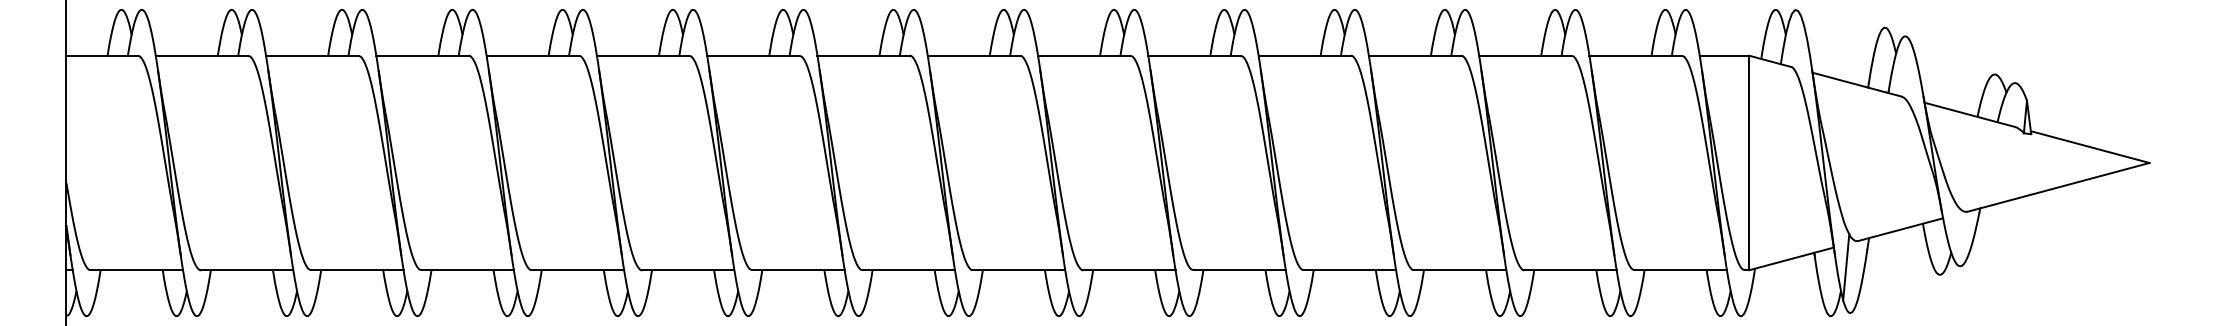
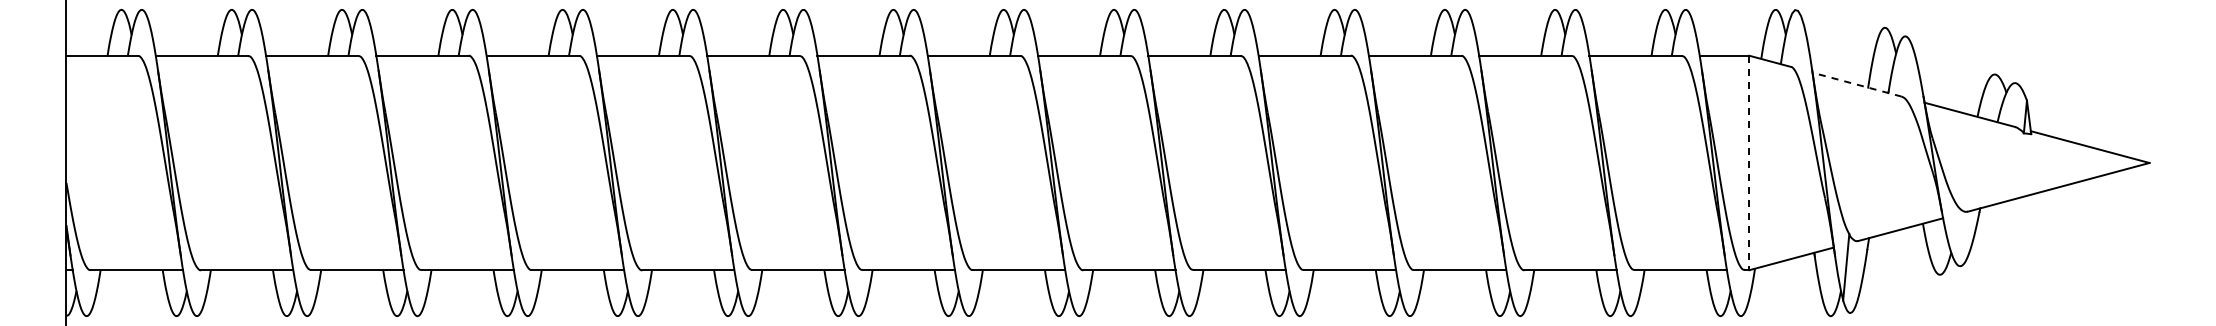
line at (1856, 84): solid -> dashed
line at (1749, 163): solid -> dashed
